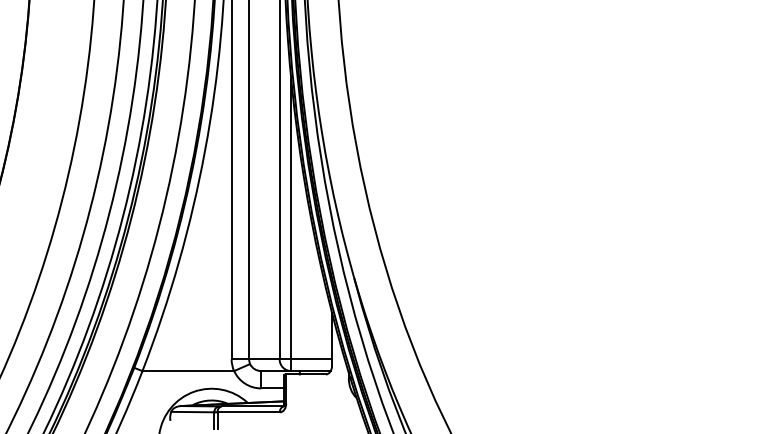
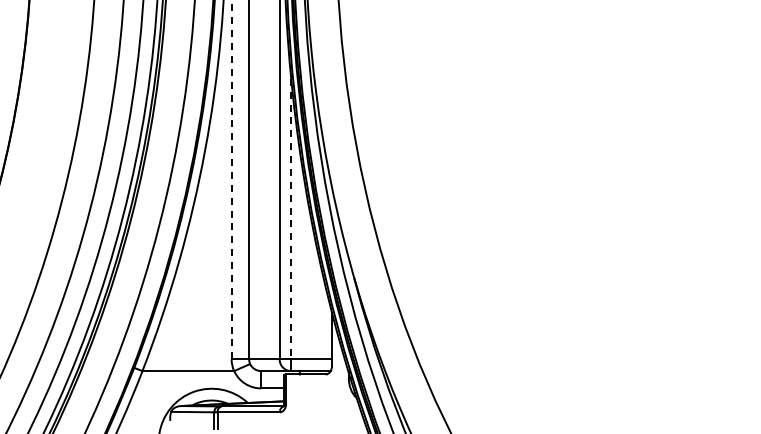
line at (231, 179): solid -> dashed
line at (291, 219): solid -> dashed
